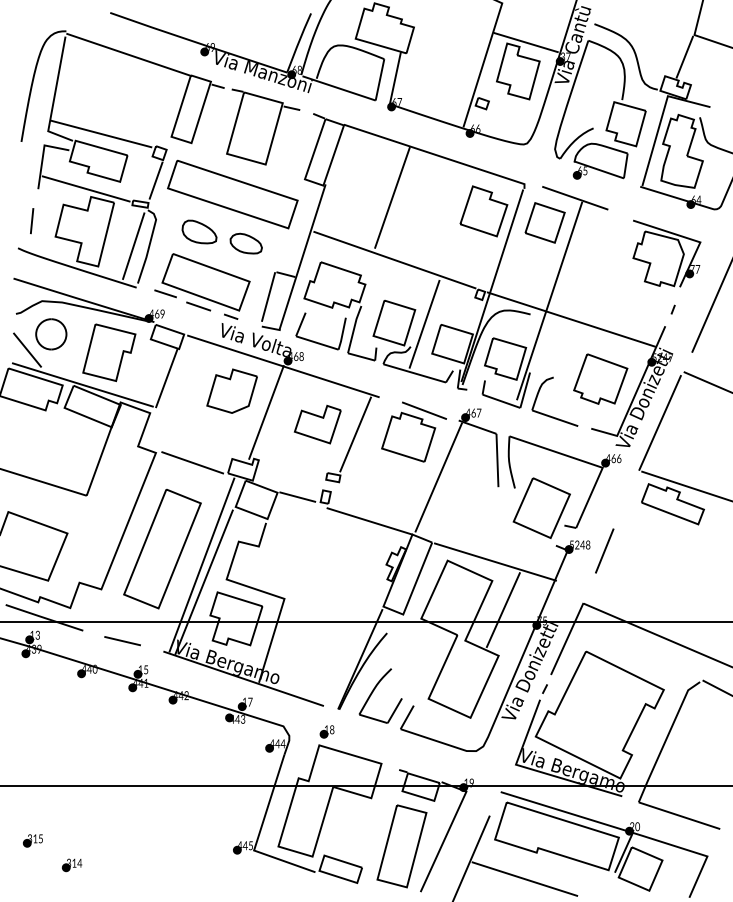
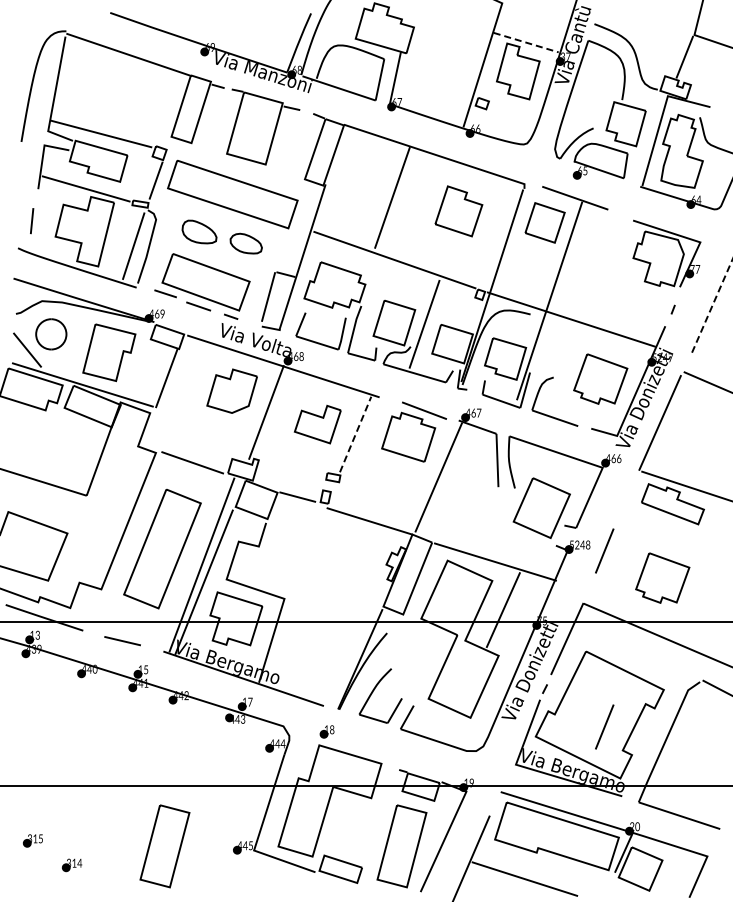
line at (526, 42): solid -> dashed
part at (483, 211) position: (483, 211) -> (458, 211)
line at (712, 305): solid -> dashed
line at (355, 434): solid -> dashed
part at (662, 577): none -> present
line at (604, 726): none -> present
part at (164, 846): none -> present
